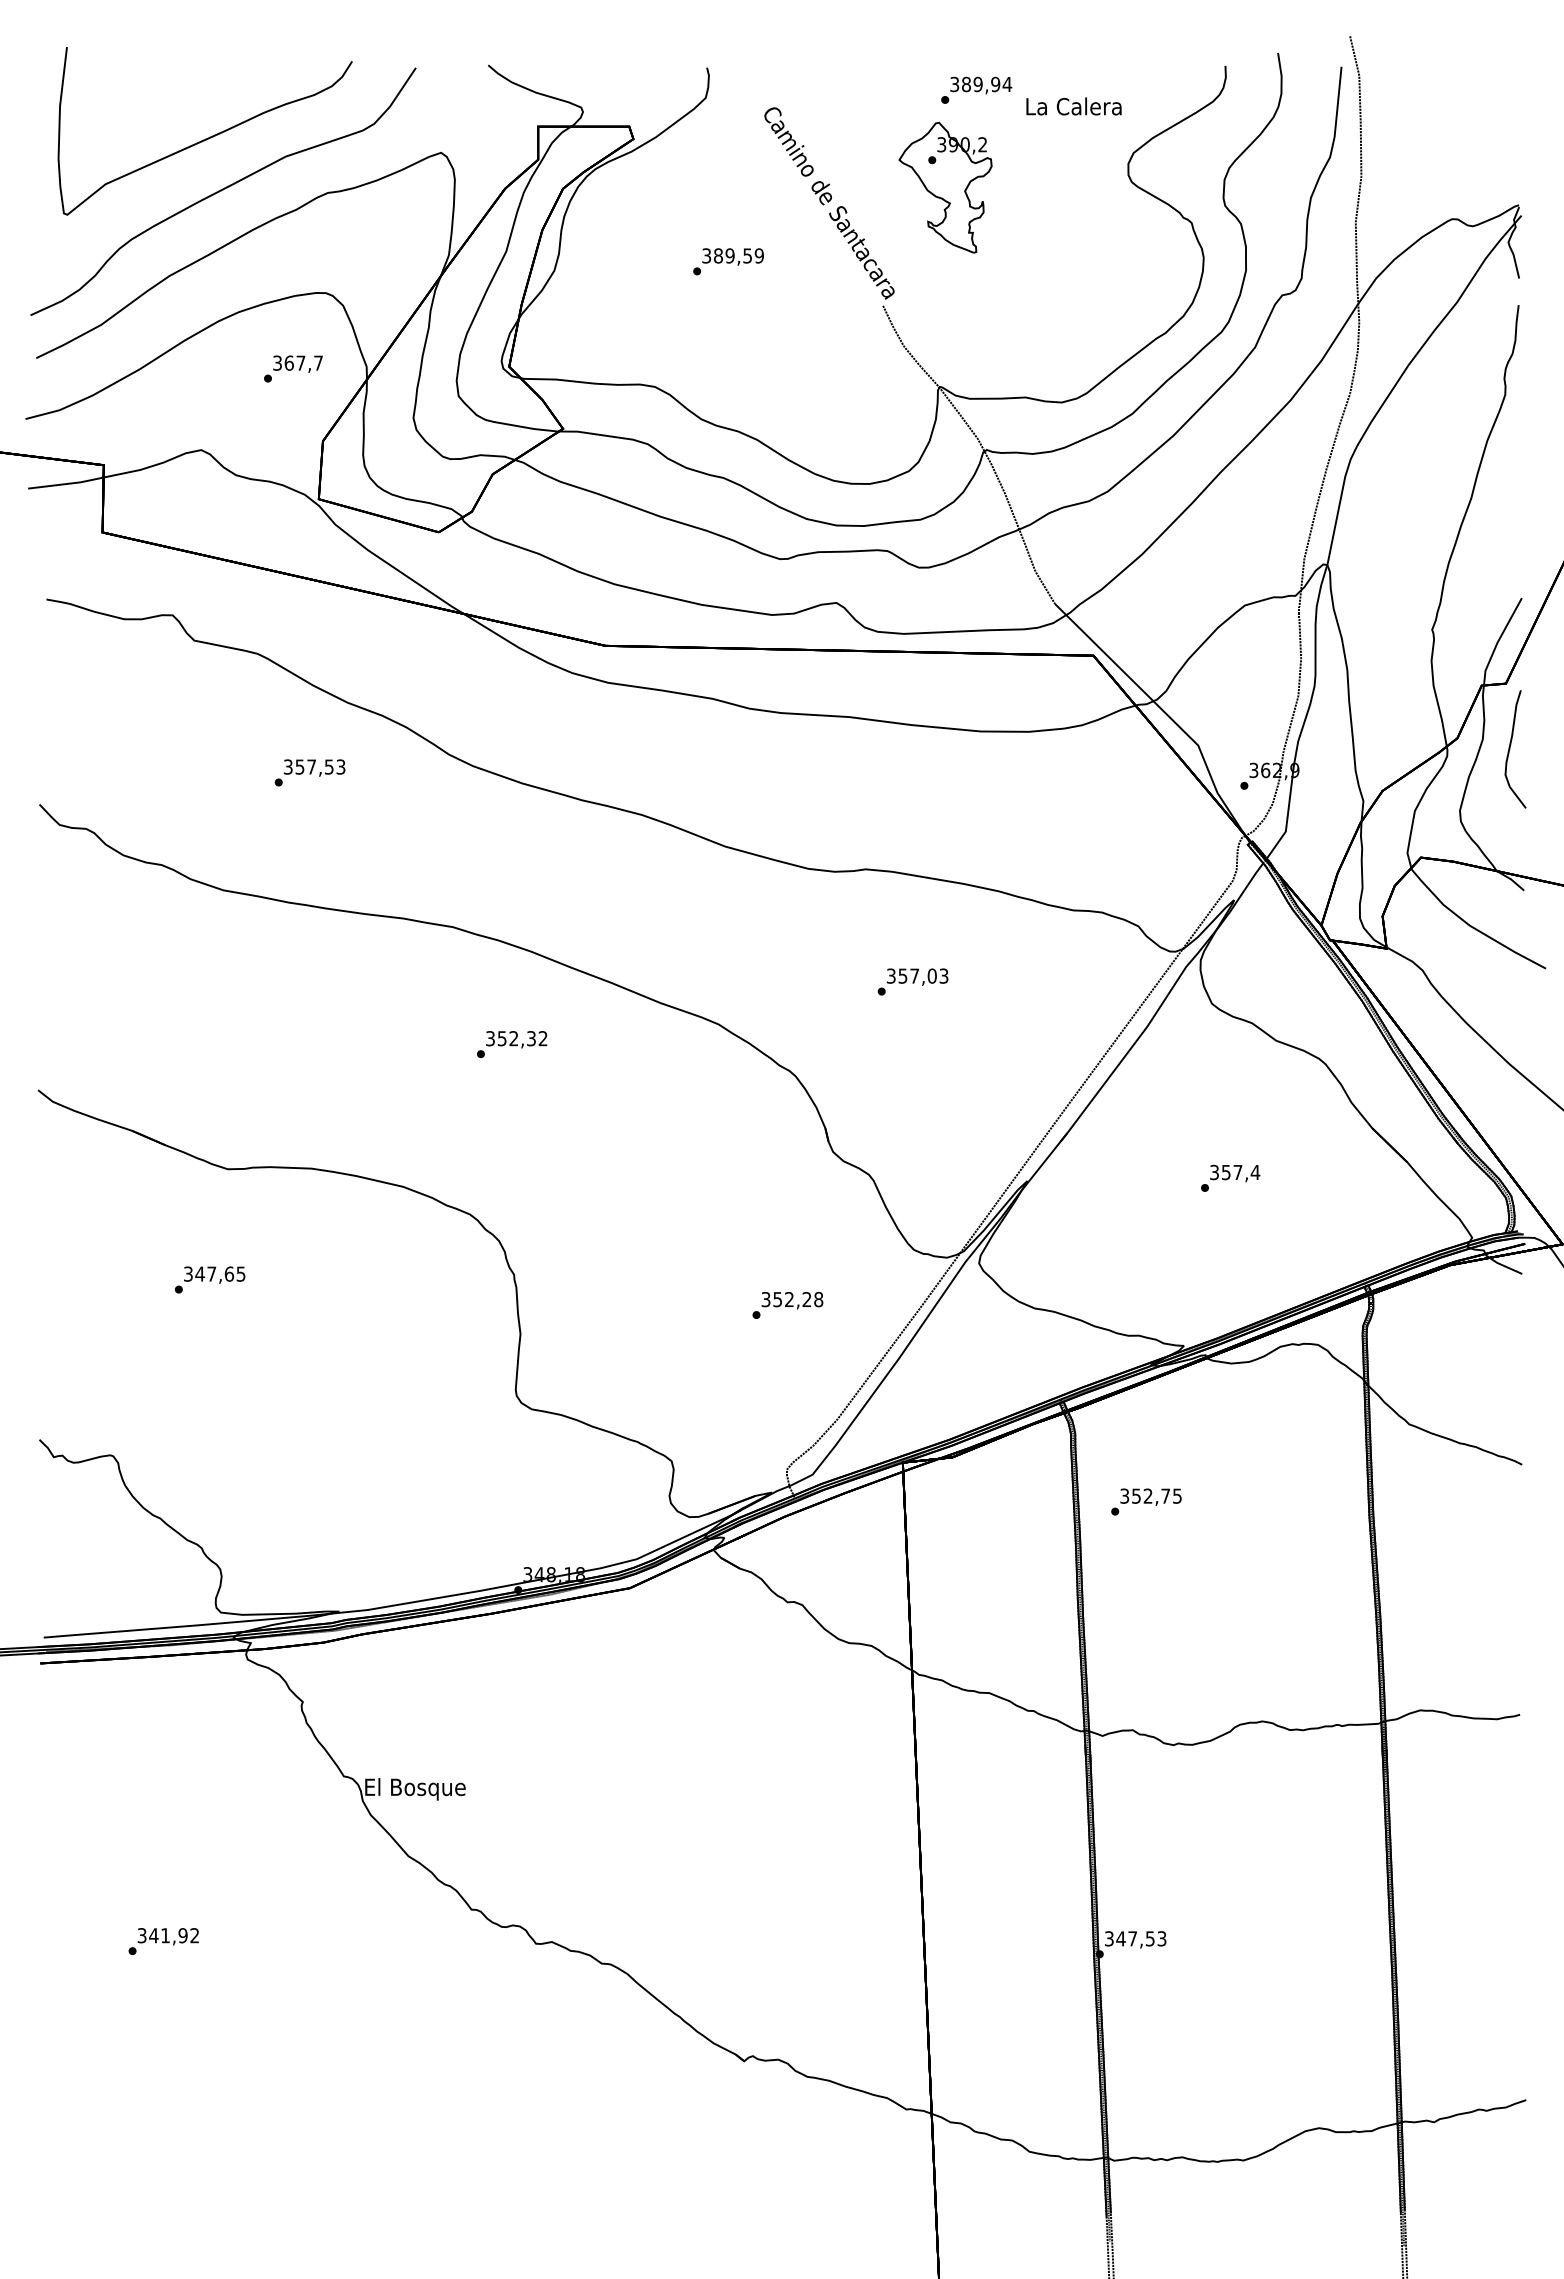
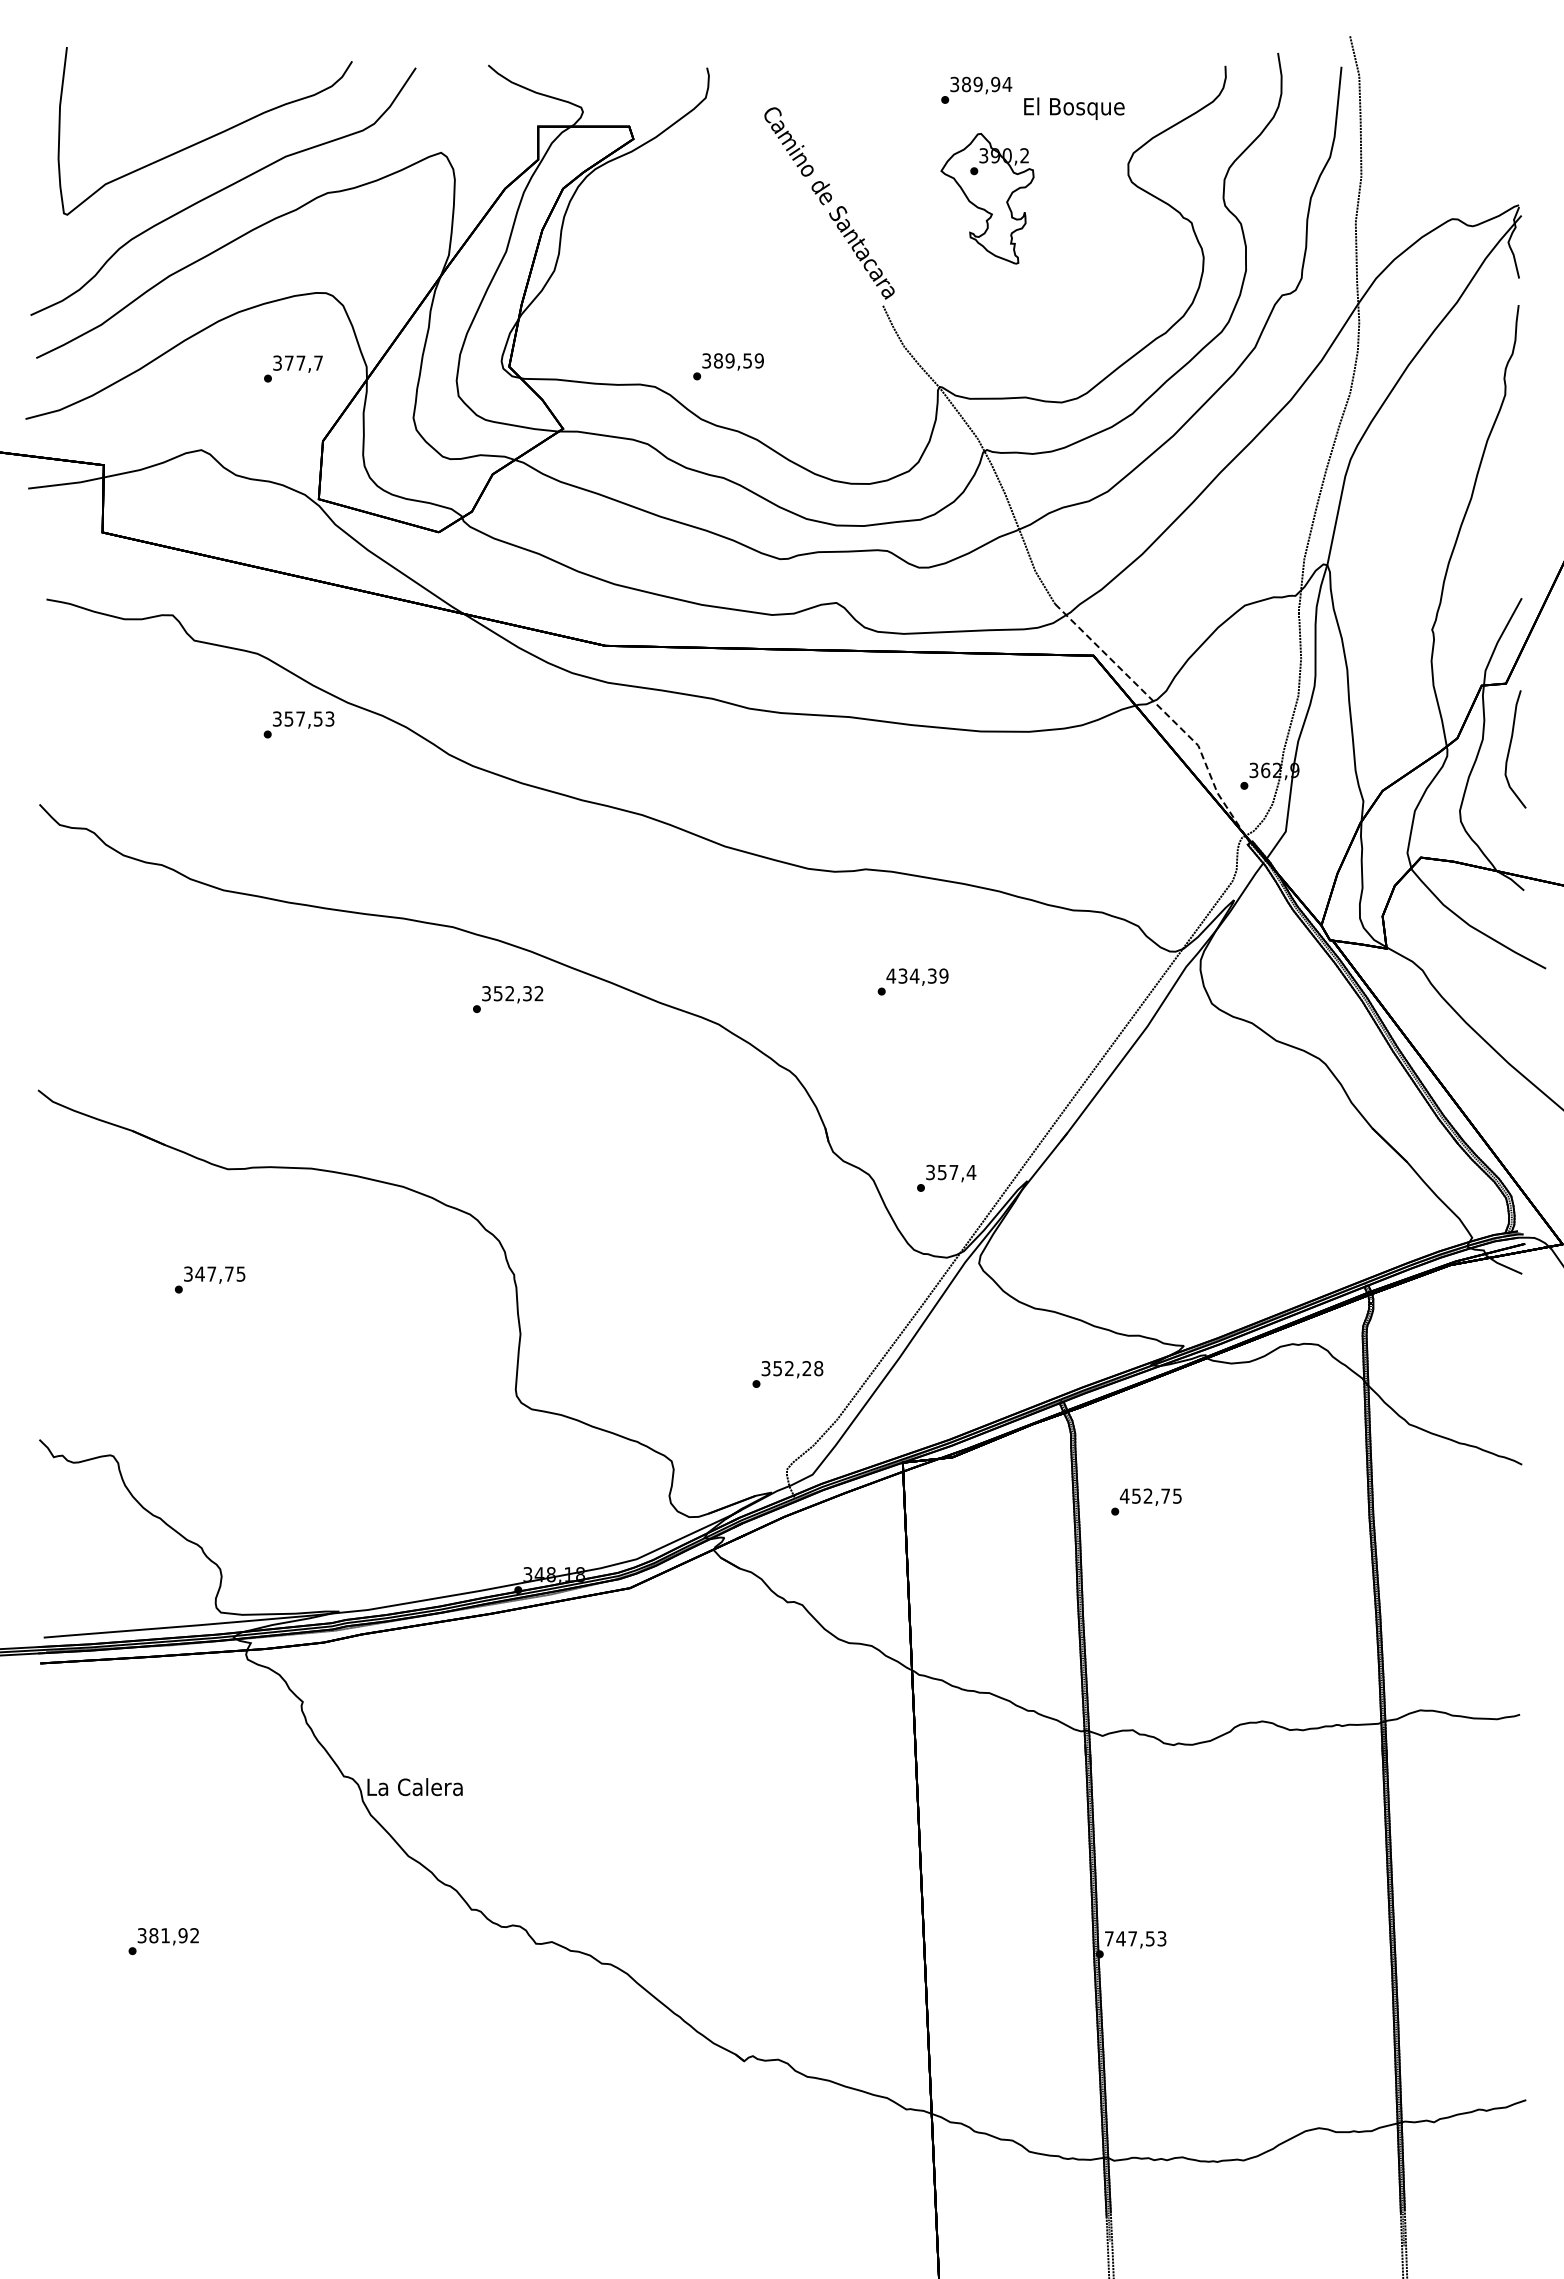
text at (1074, 108): La Calera -> El Bosque
part at (945, 187) position: (945, 187) -> (987, 198)
text at (728, 261) position: (728, 261) -> (728, 366)
text at (288, 362): 367,7 -> 377,7
line at (1164, 711): solid -> dashed
text at (309, 772) position: (309, 772) -> (298, 724)
text at (917, 975): 357,03 -> 434,39
text at (512, 1044) position: (512, 1044) -> (508, 999)
text at (1230, 1177) position: (1230, 1177) -> (946, 1177)
text at (229, 1273): 347,65 -> 347,75
text at (787, 1305) position: (787, 1305) -> (787, 1374)
text at (1124, 1495): 352,75 -> 452,75
text at (415, 1789): El Bosque -> La Calera
text at (153, 1935): 341,92 -> 381,92
text at (1109, 1938): 347,53 -> 747,53
